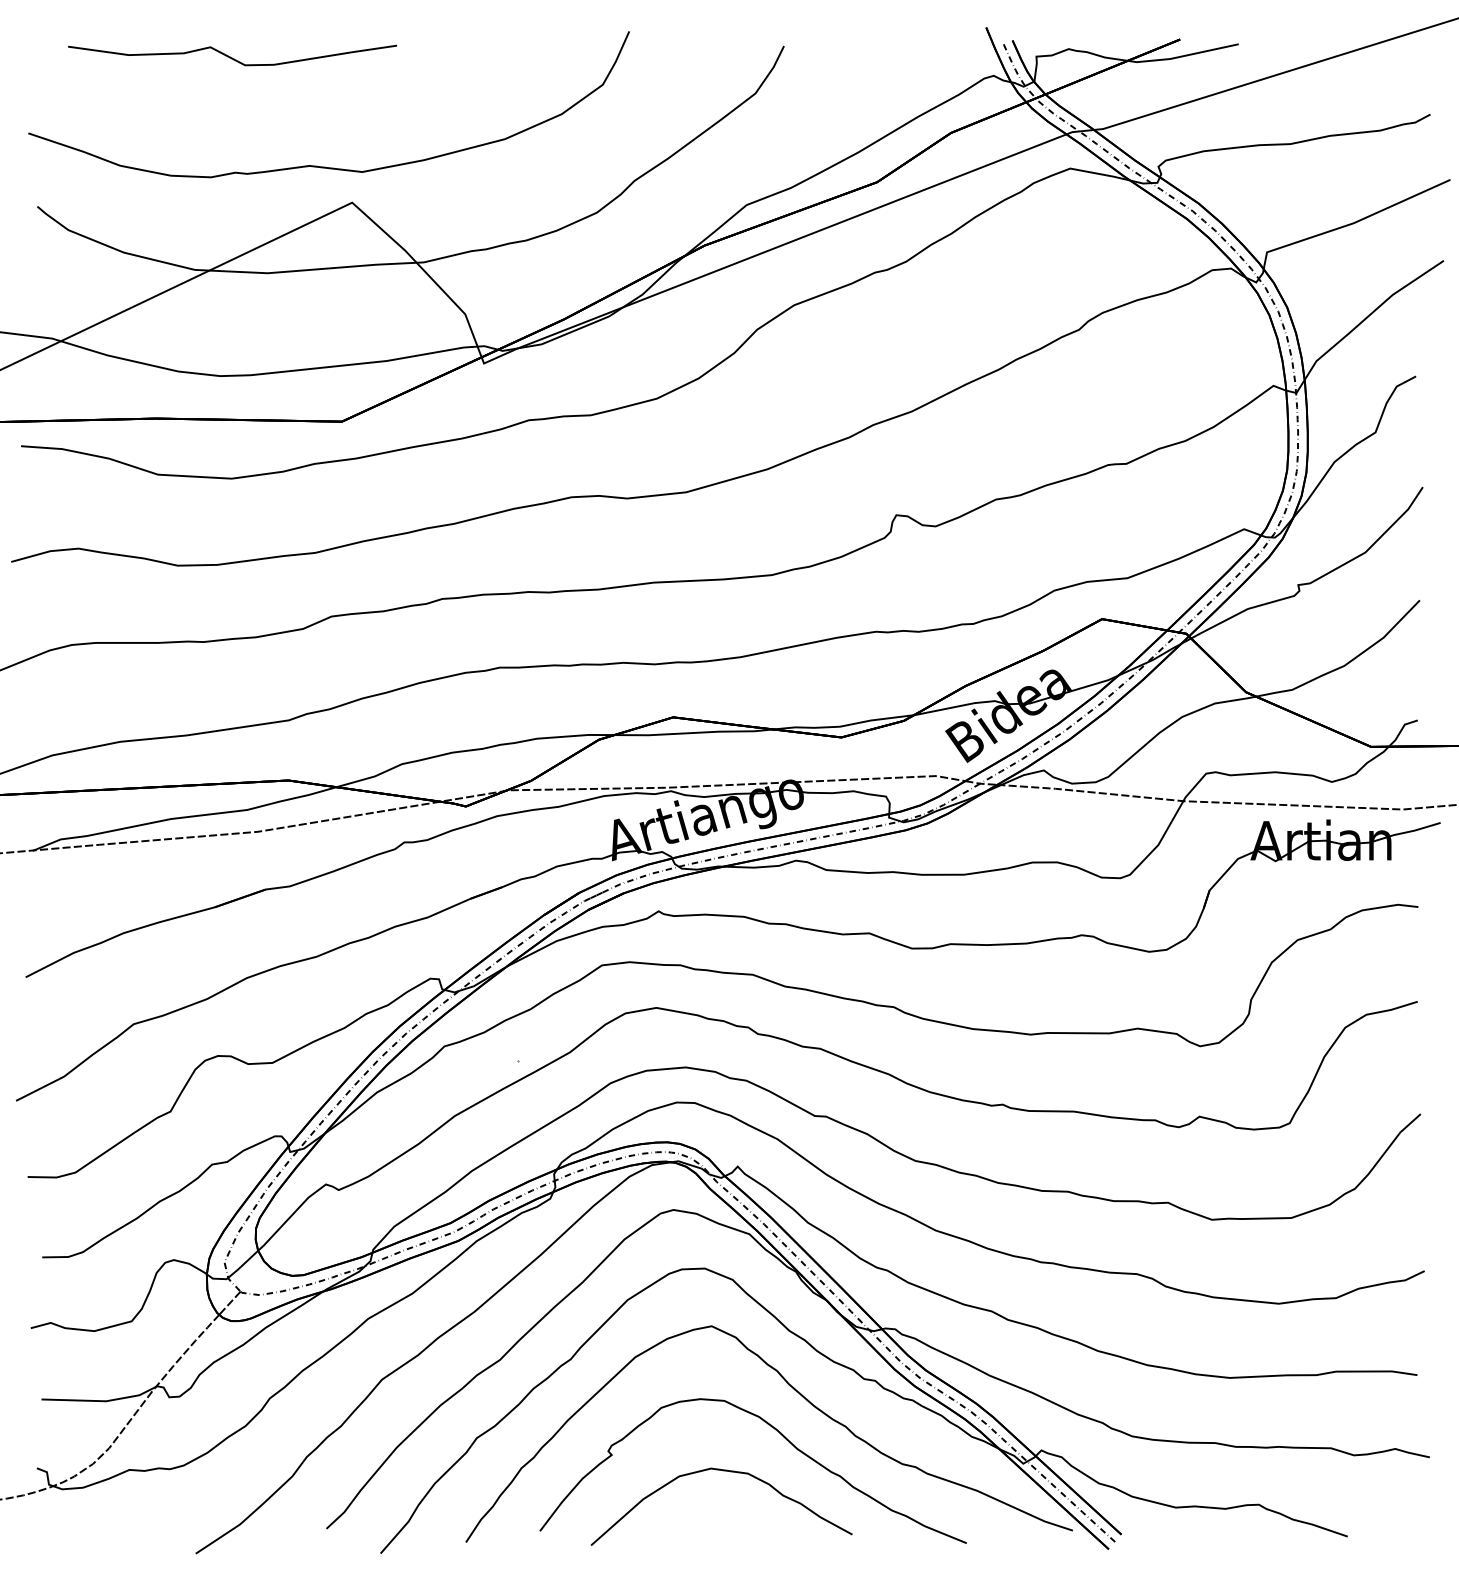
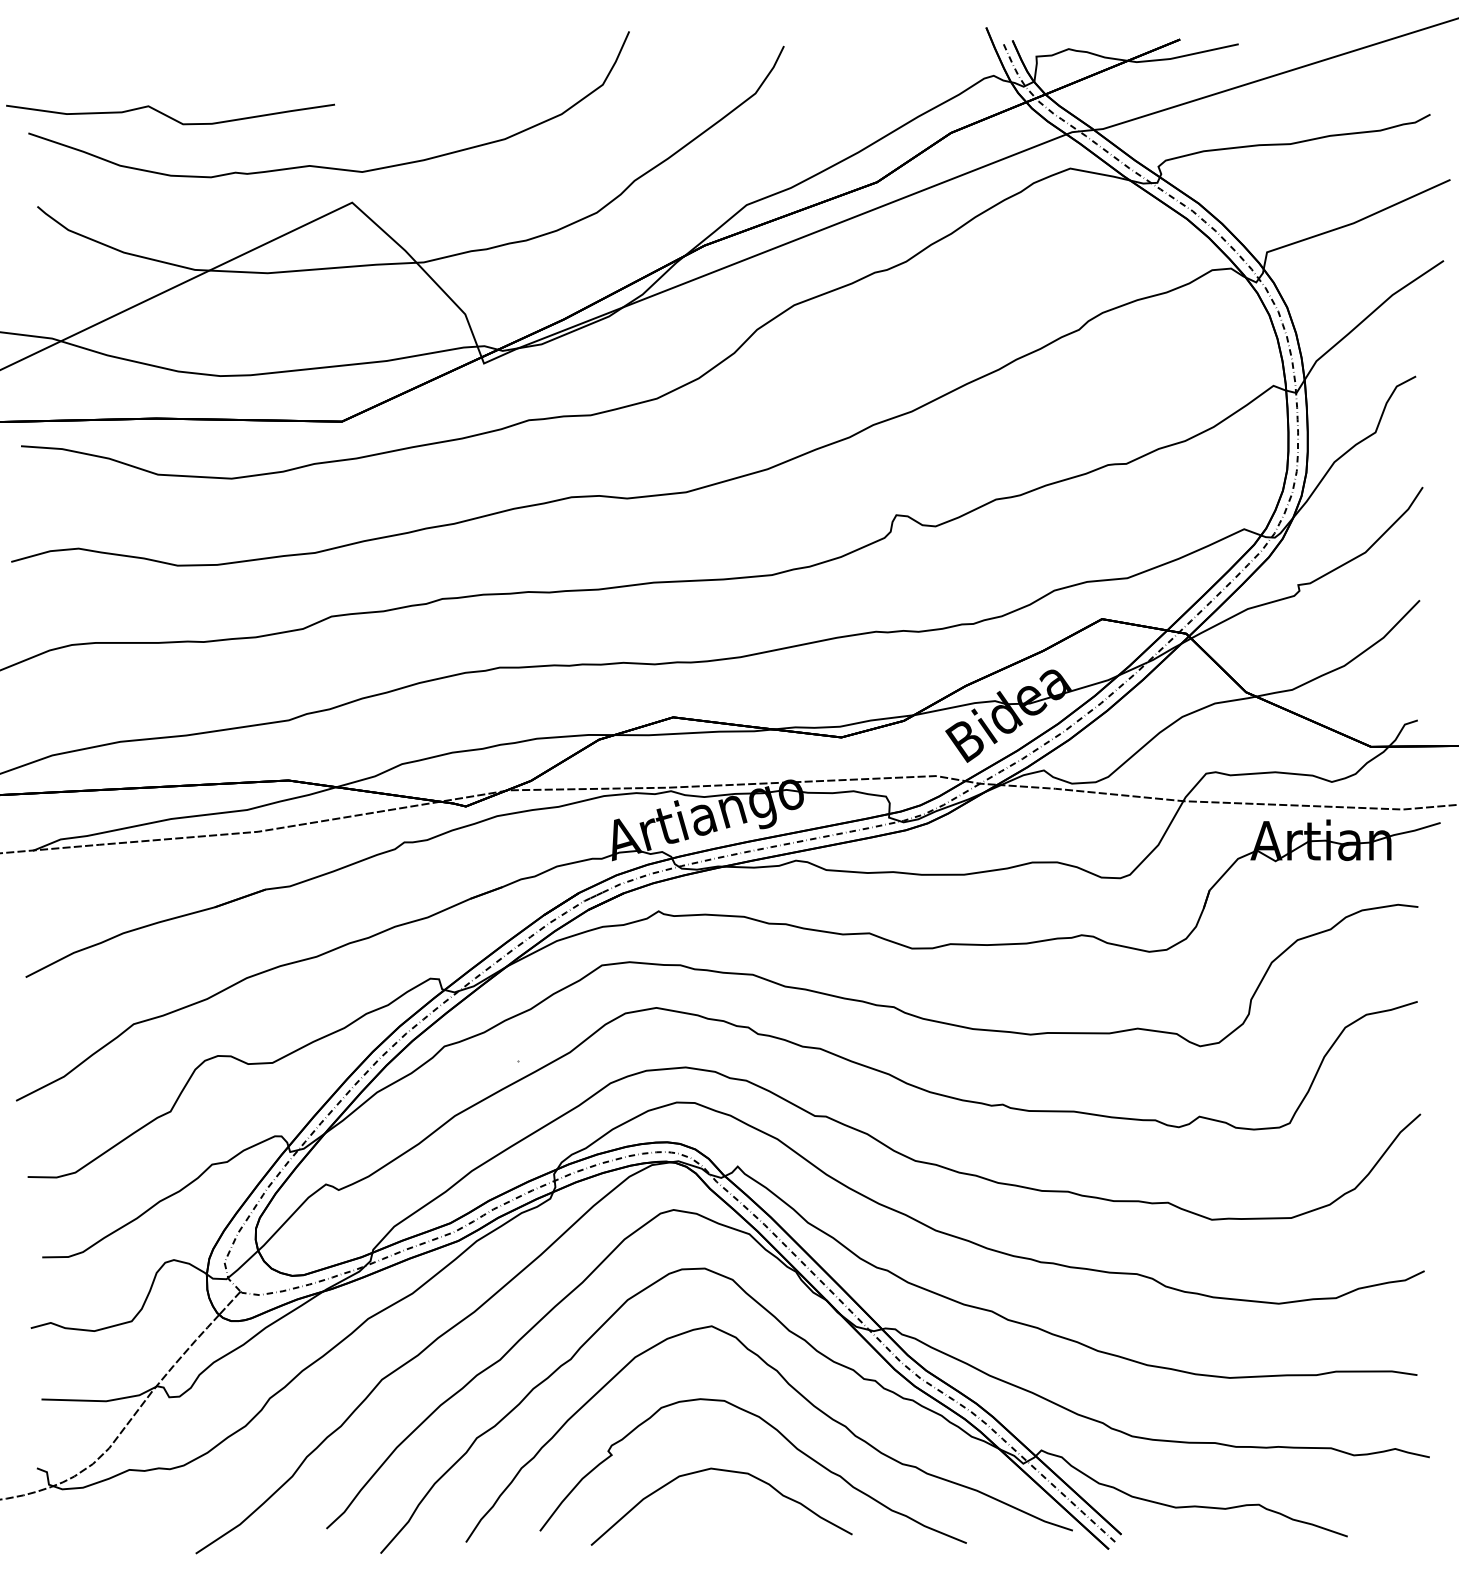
curve at (232, 57) position: (232, 57) -> (170, 116)
